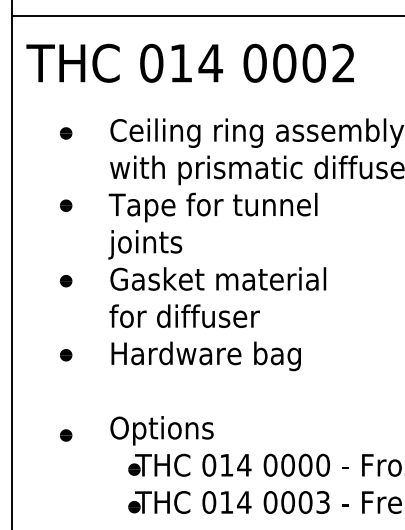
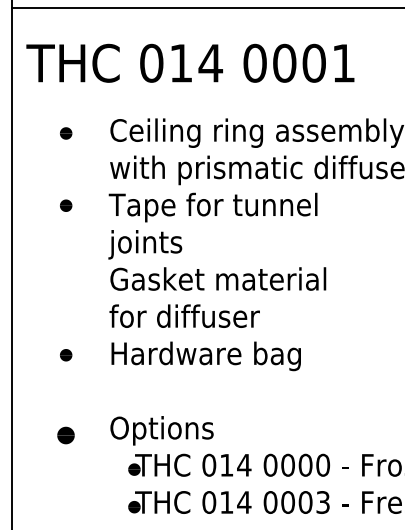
line at (206, 15) position: (206, 15) -> (206, 7)
text at (343, 62): 0002 -> 0001
part at (66, 281): present -> none
part at (66, 435) size: 13x13 px -> 18x19 px
